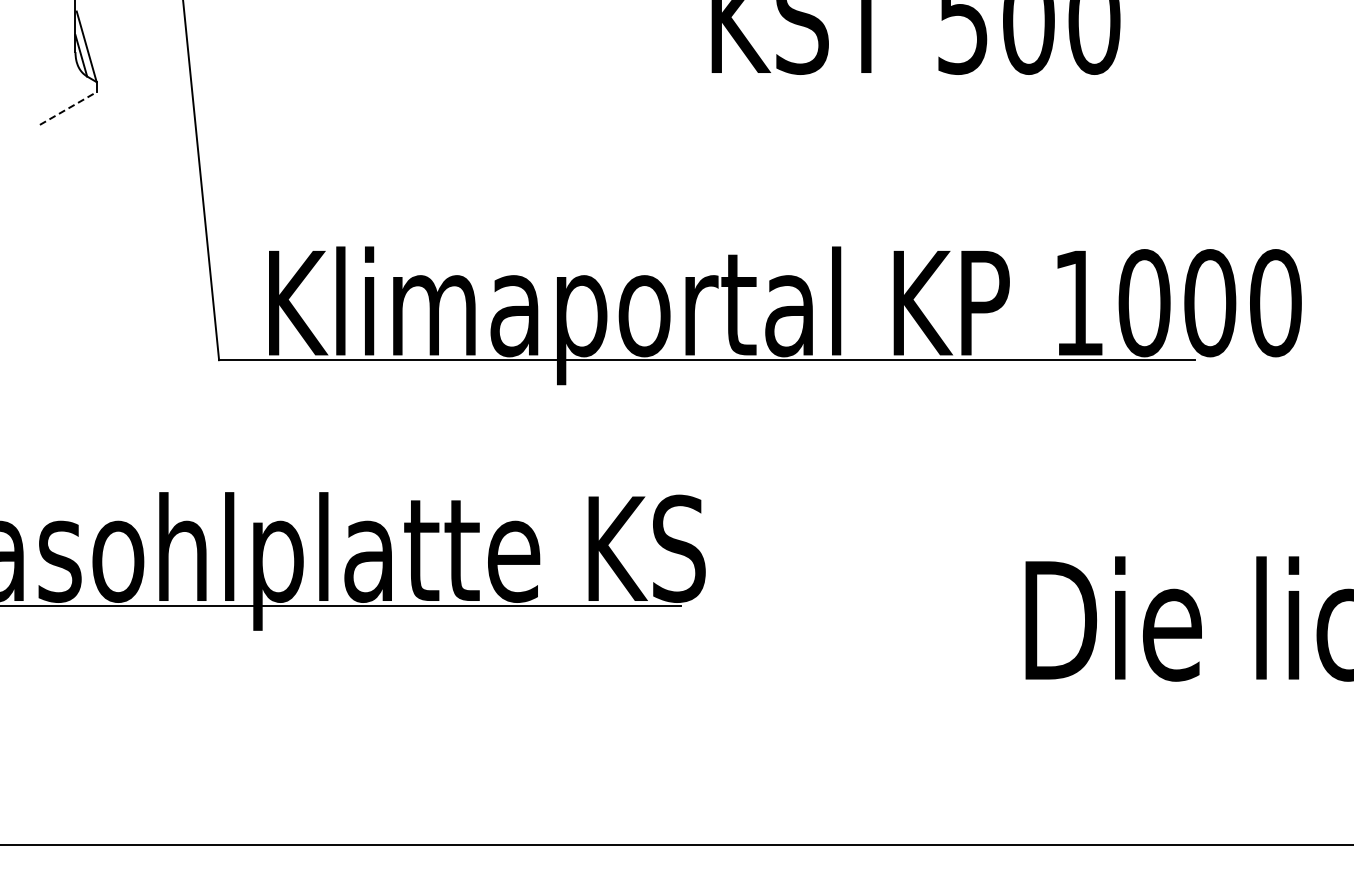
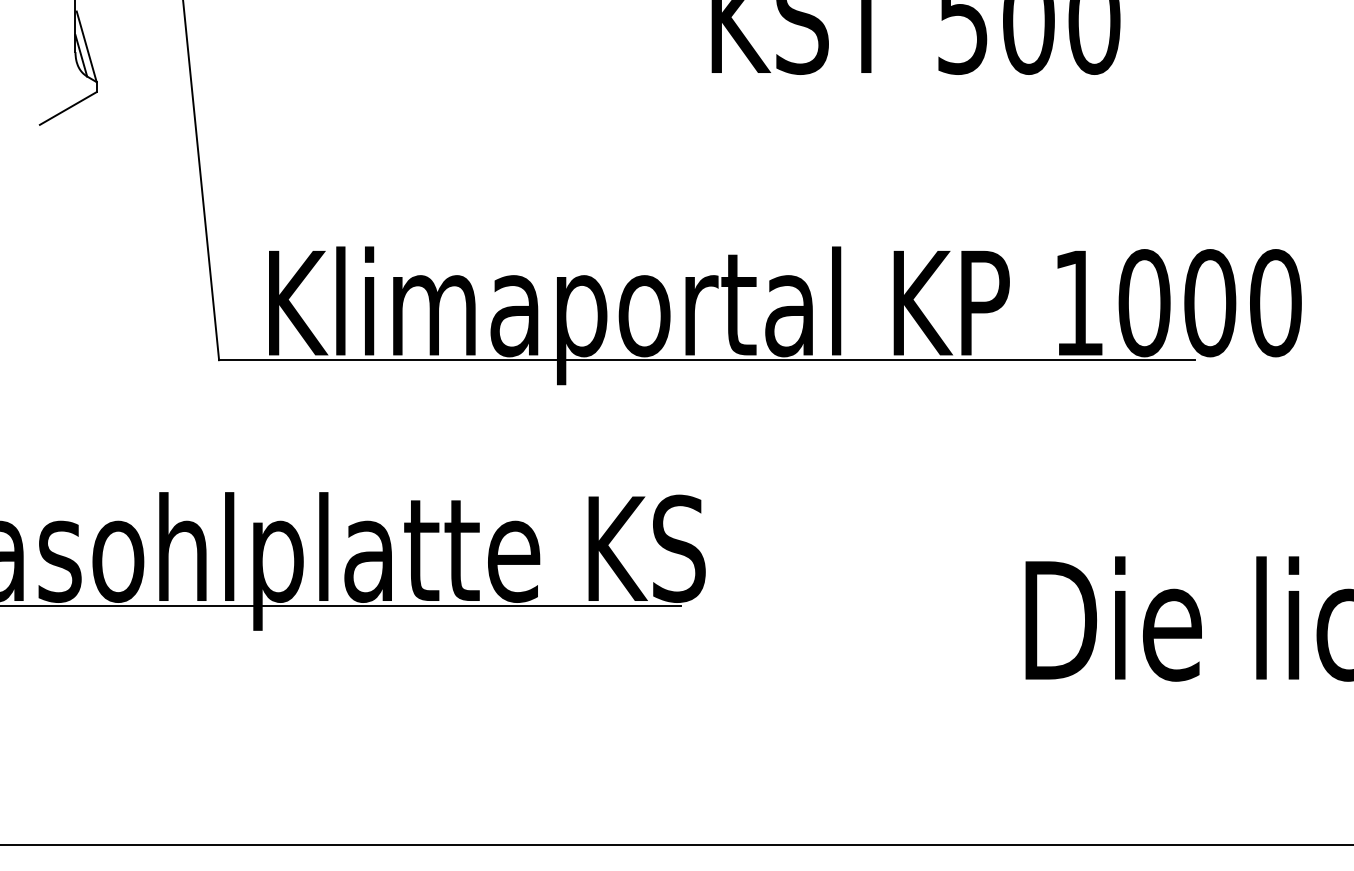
line at (68, 108): dashed -> solid
